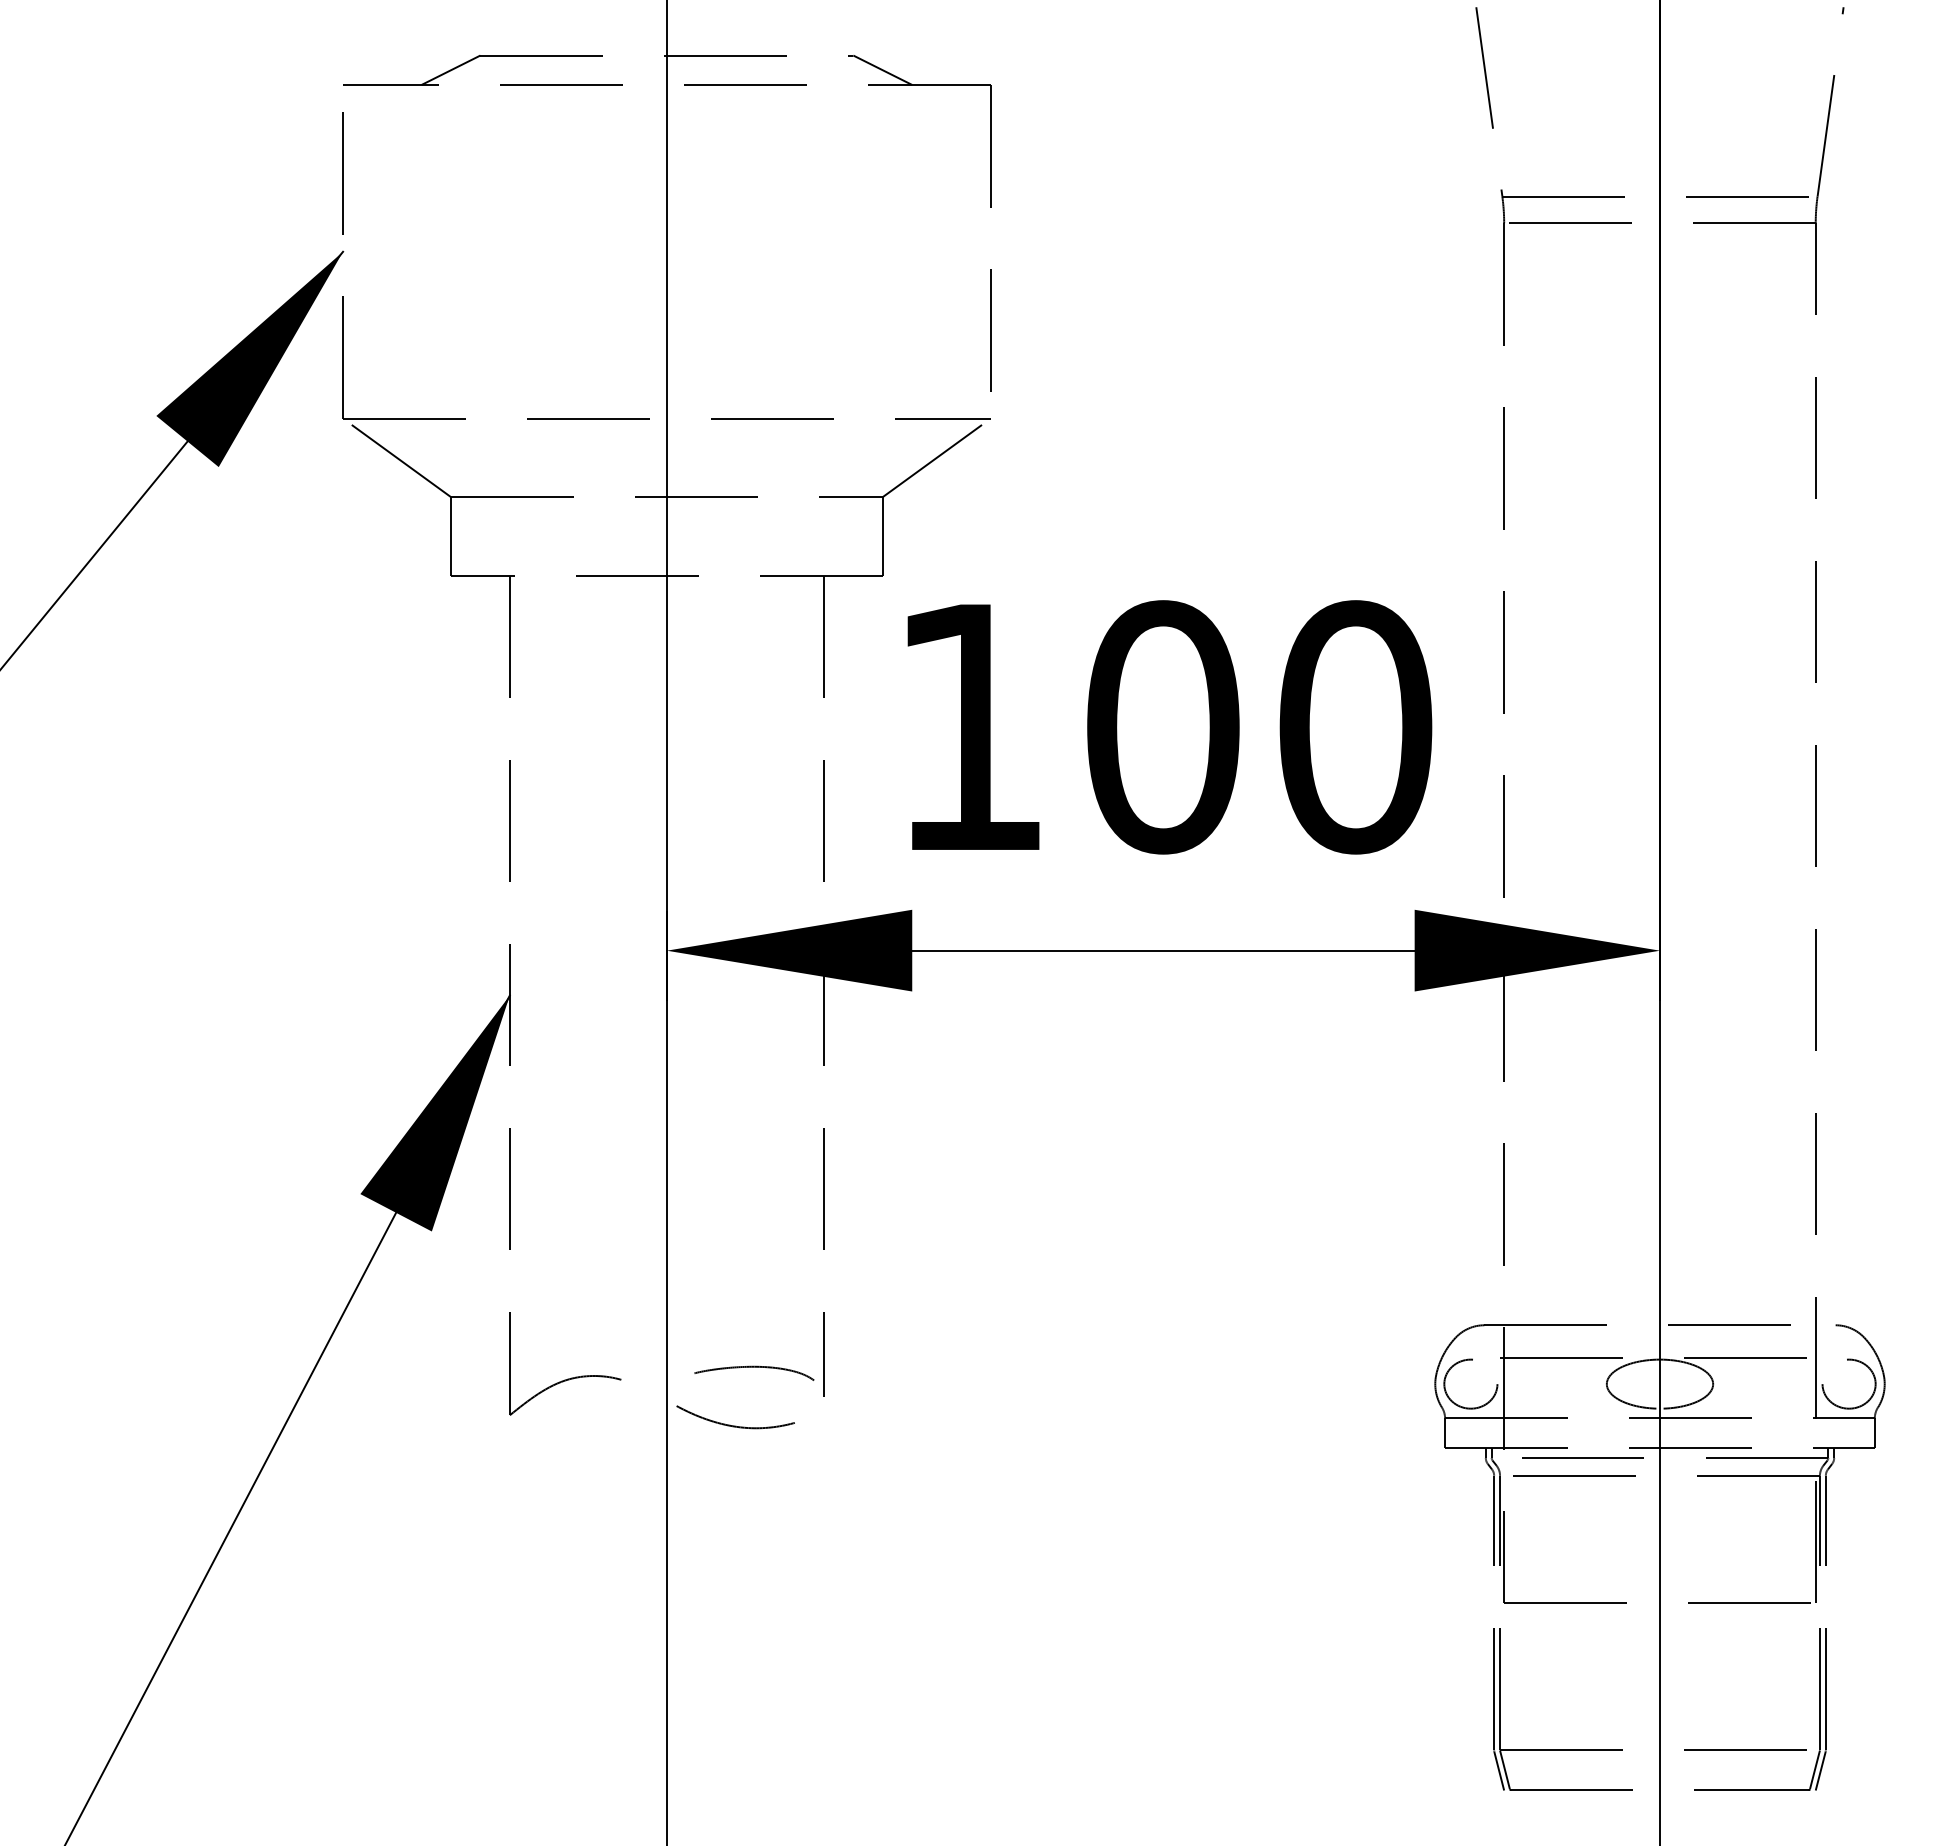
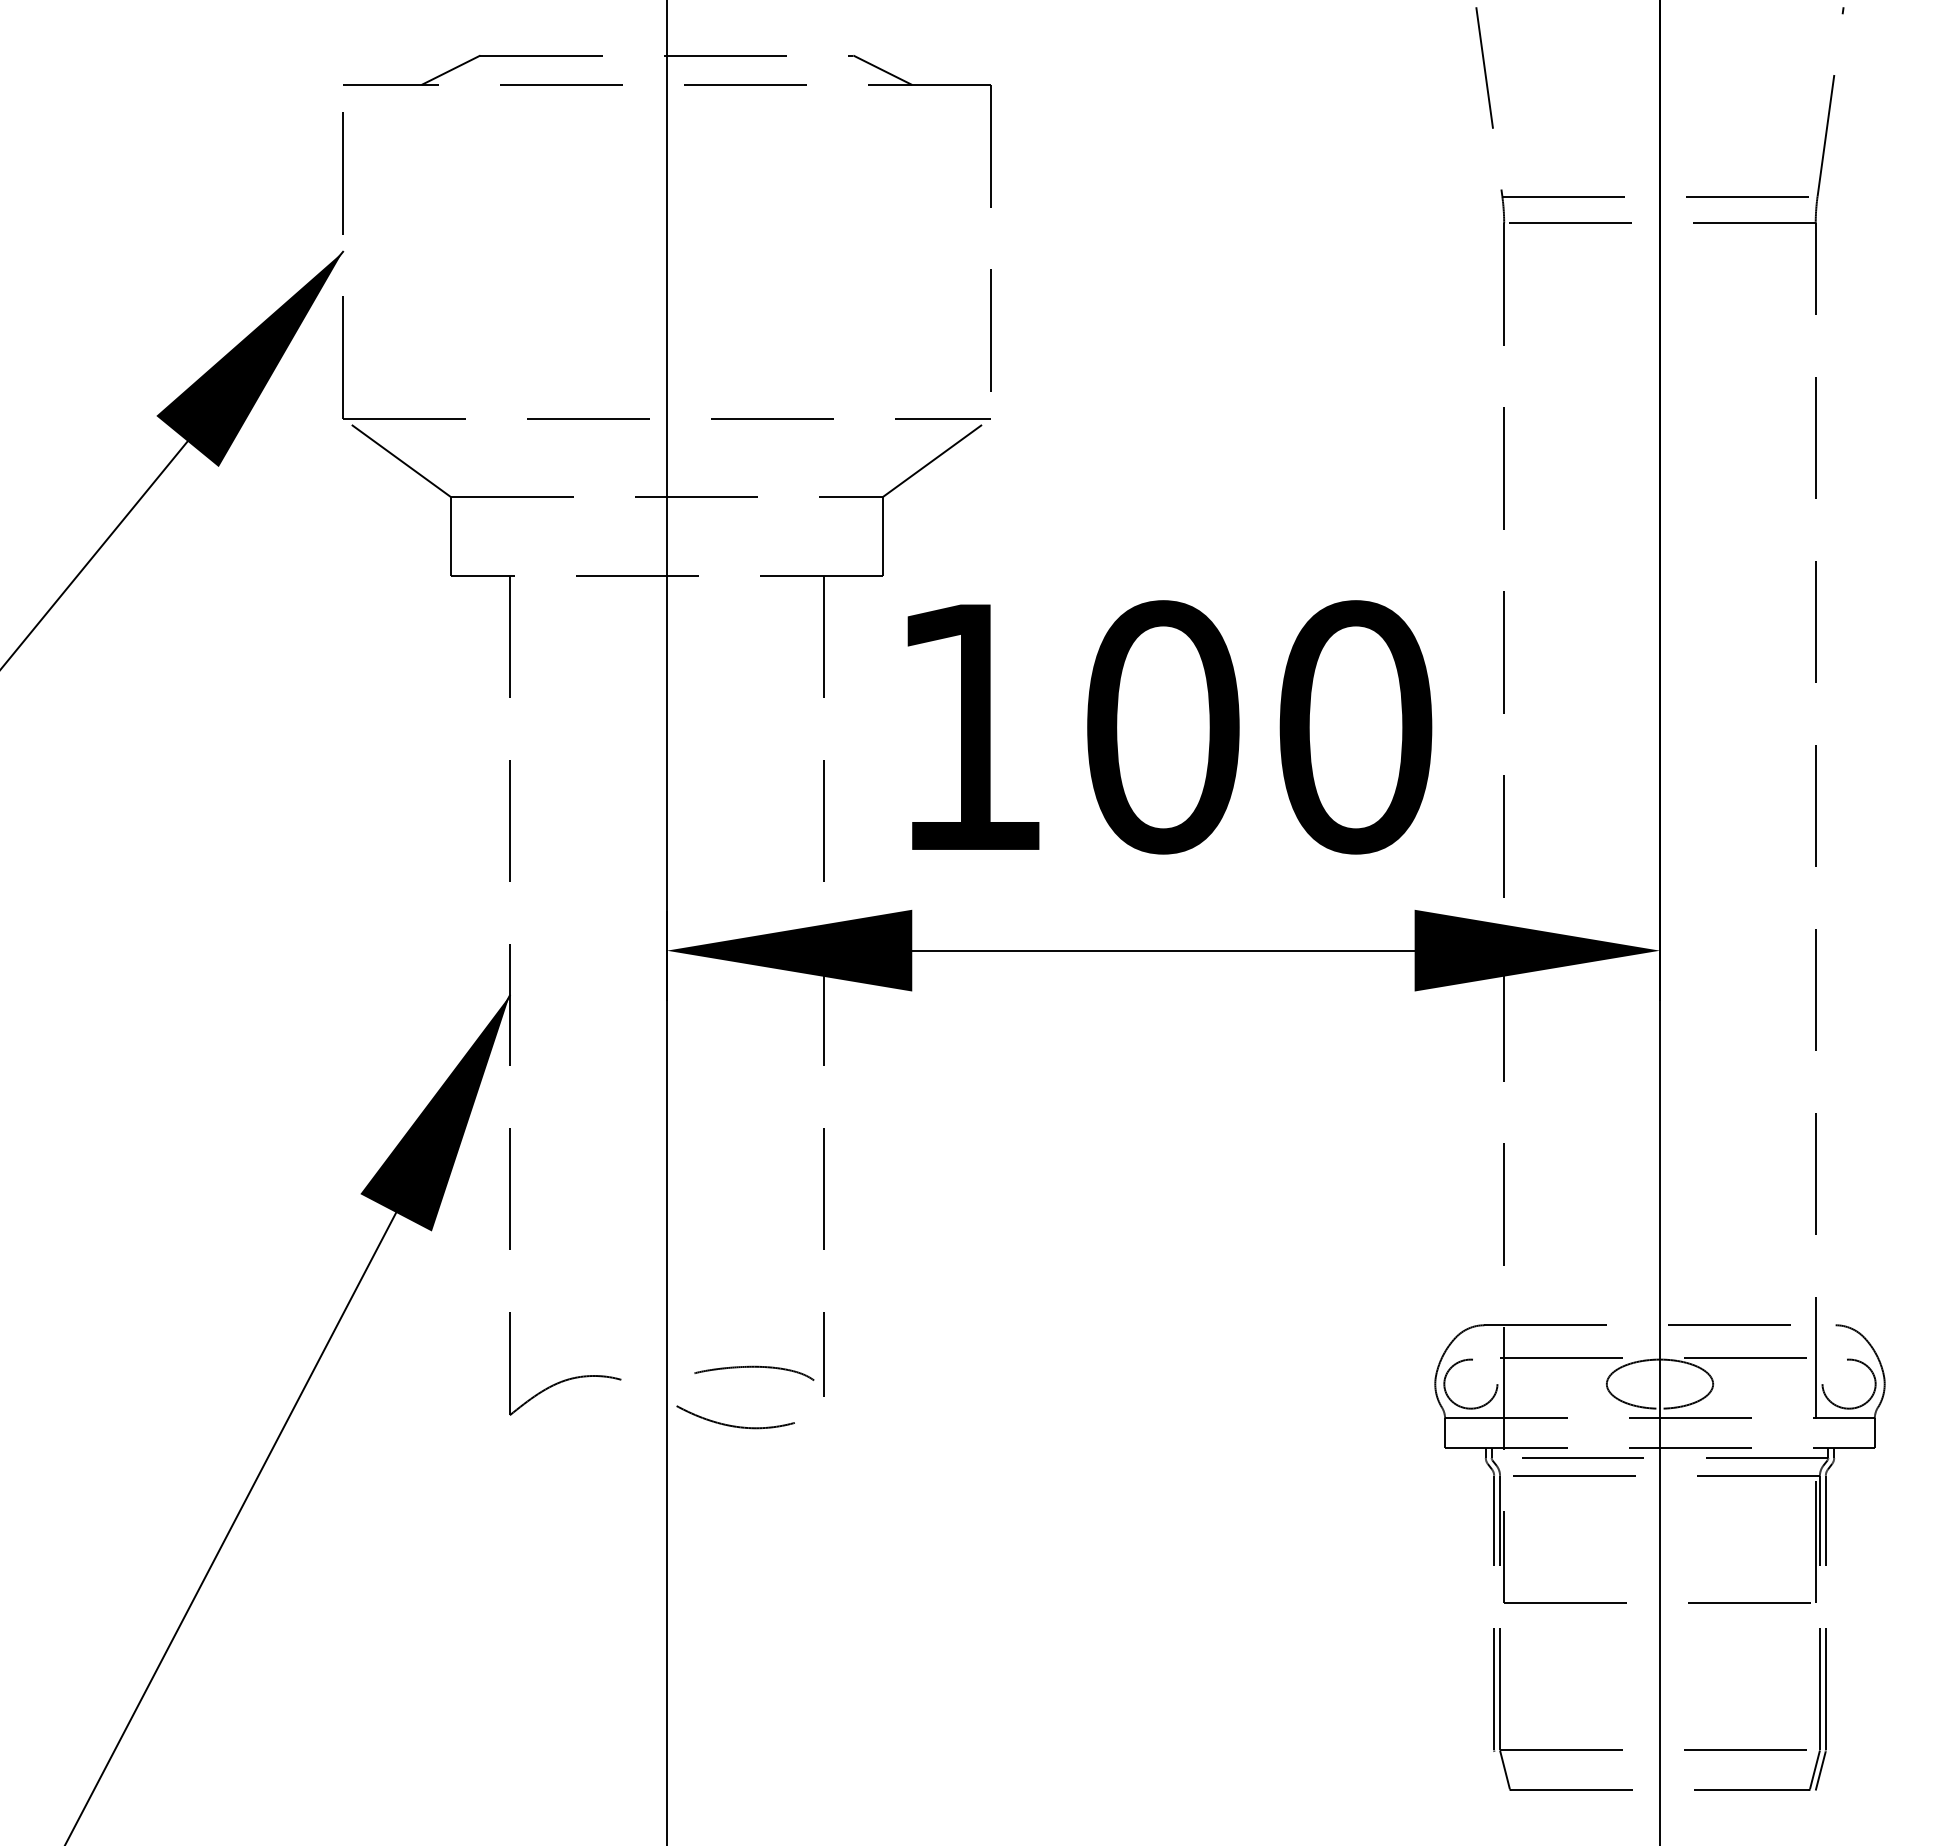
line at (1499, 1770): present -> none
